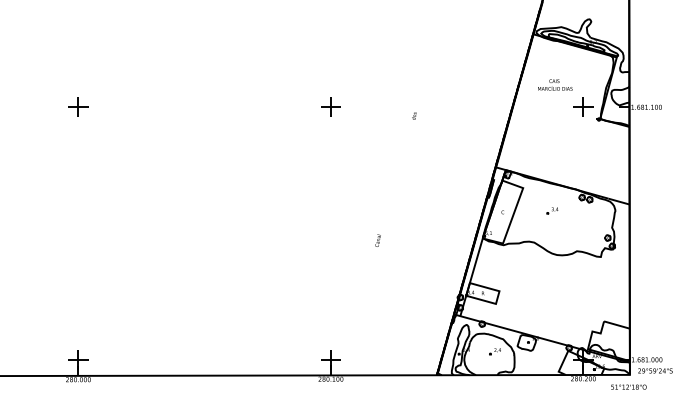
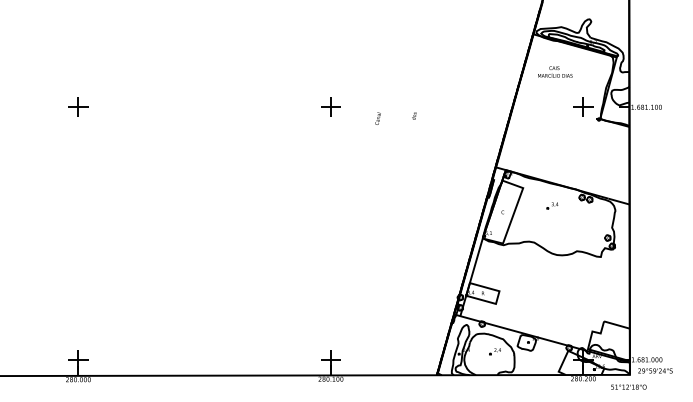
text at (555, 84) position: (555, 84) -> (555, 71)
part at (552, 210) position: (552, 210) -> (552, 205)
text at (377, 240) position: (377, 240) -> (377, 118)
